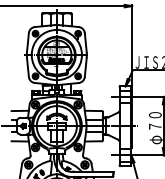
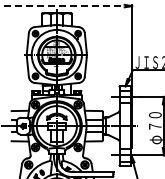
line at (66, 6): solid -> dashed
